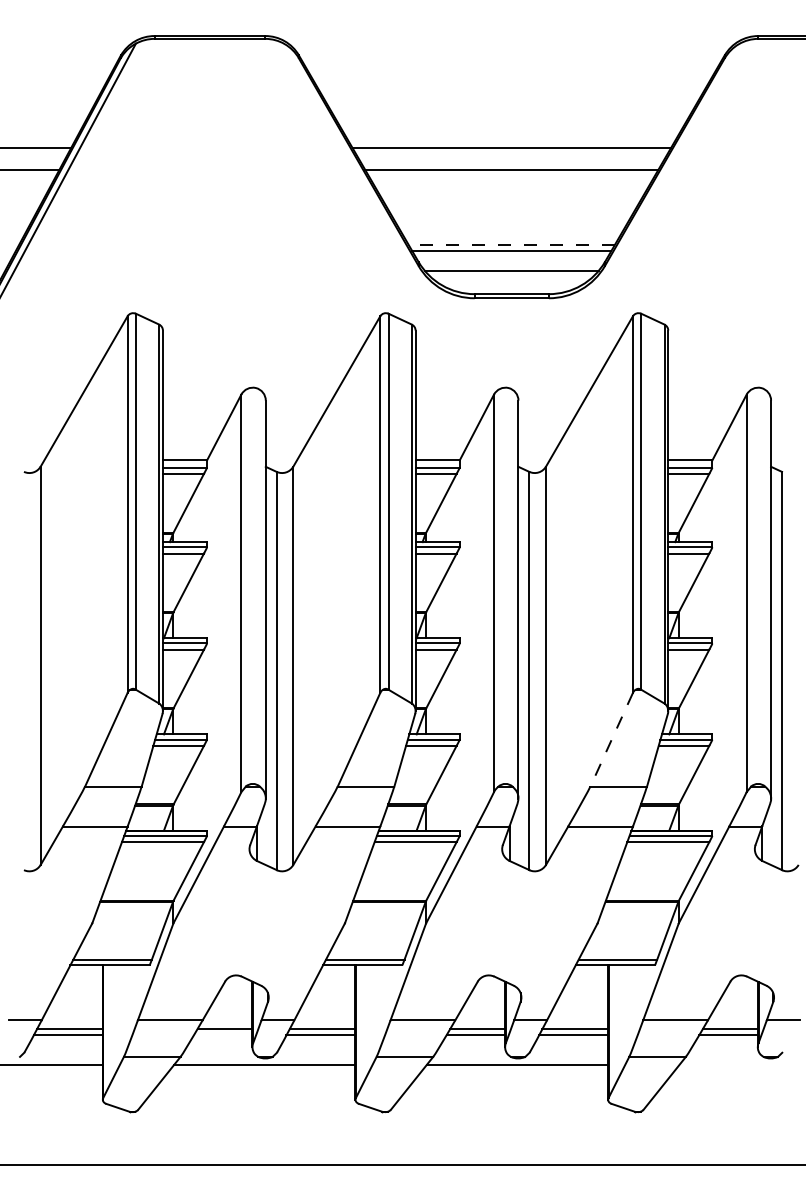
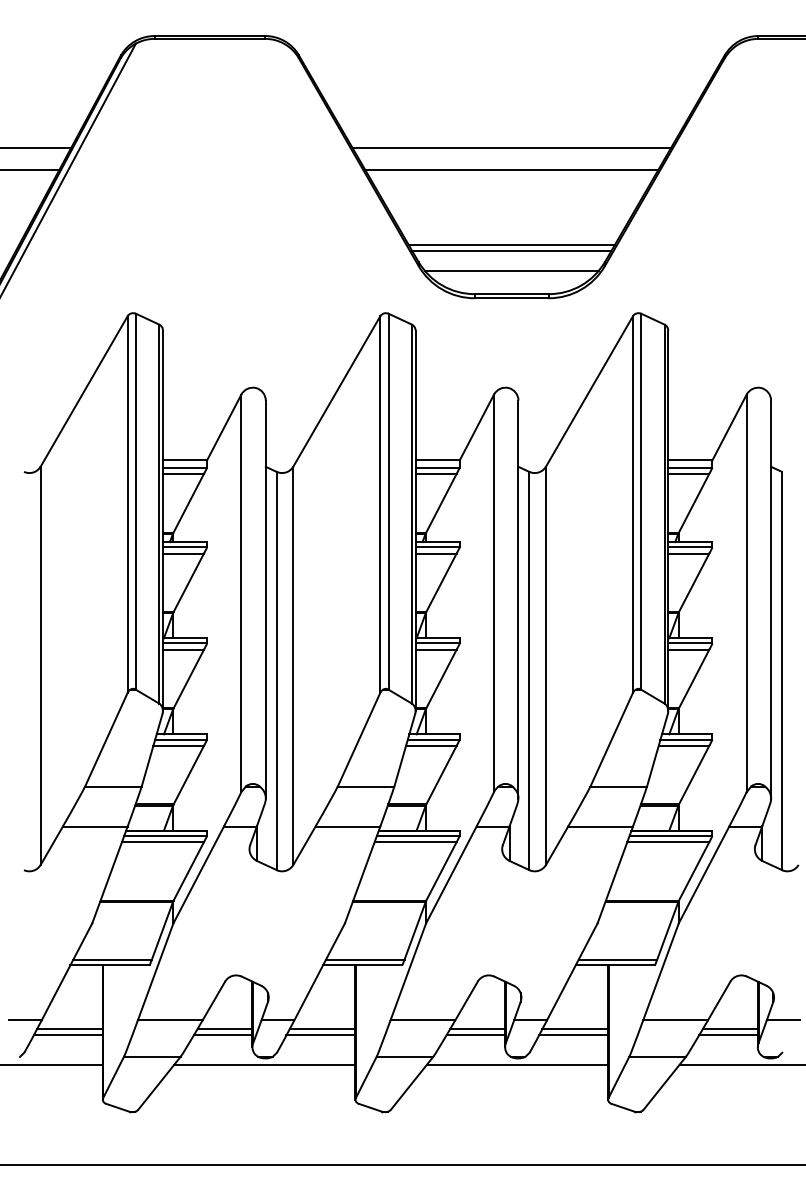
line at (511, 245): dashed -> solid
line at (611, 740): dashed -> solid
line at (222, 1035): none -> present
line at (740, 1064): none -> present
